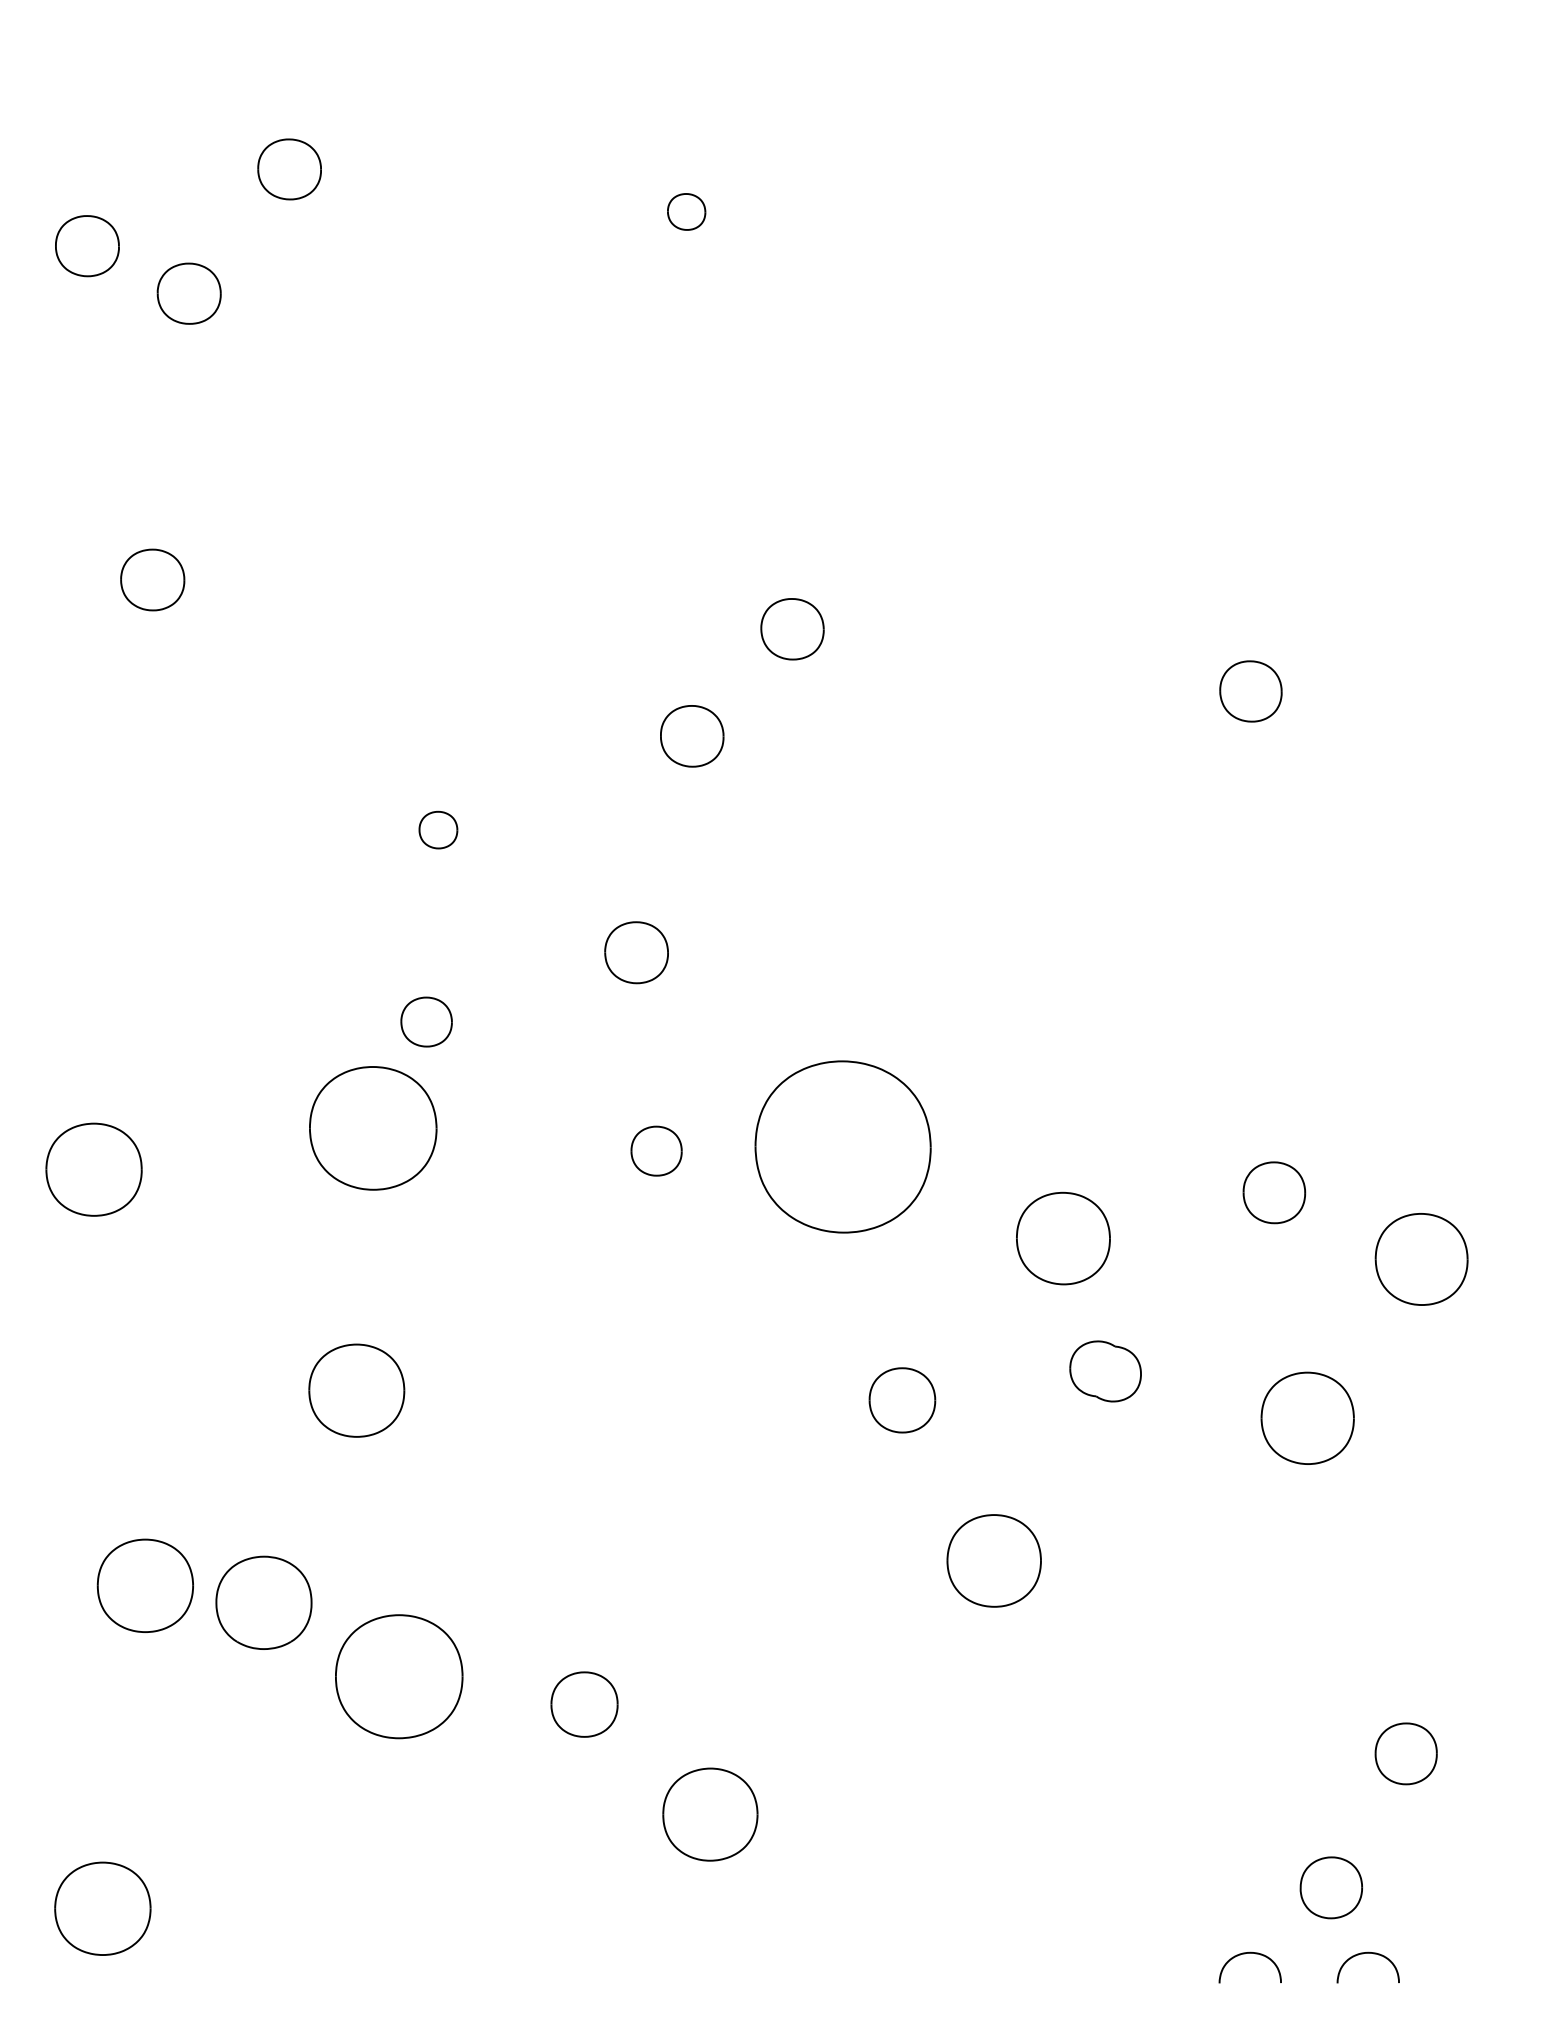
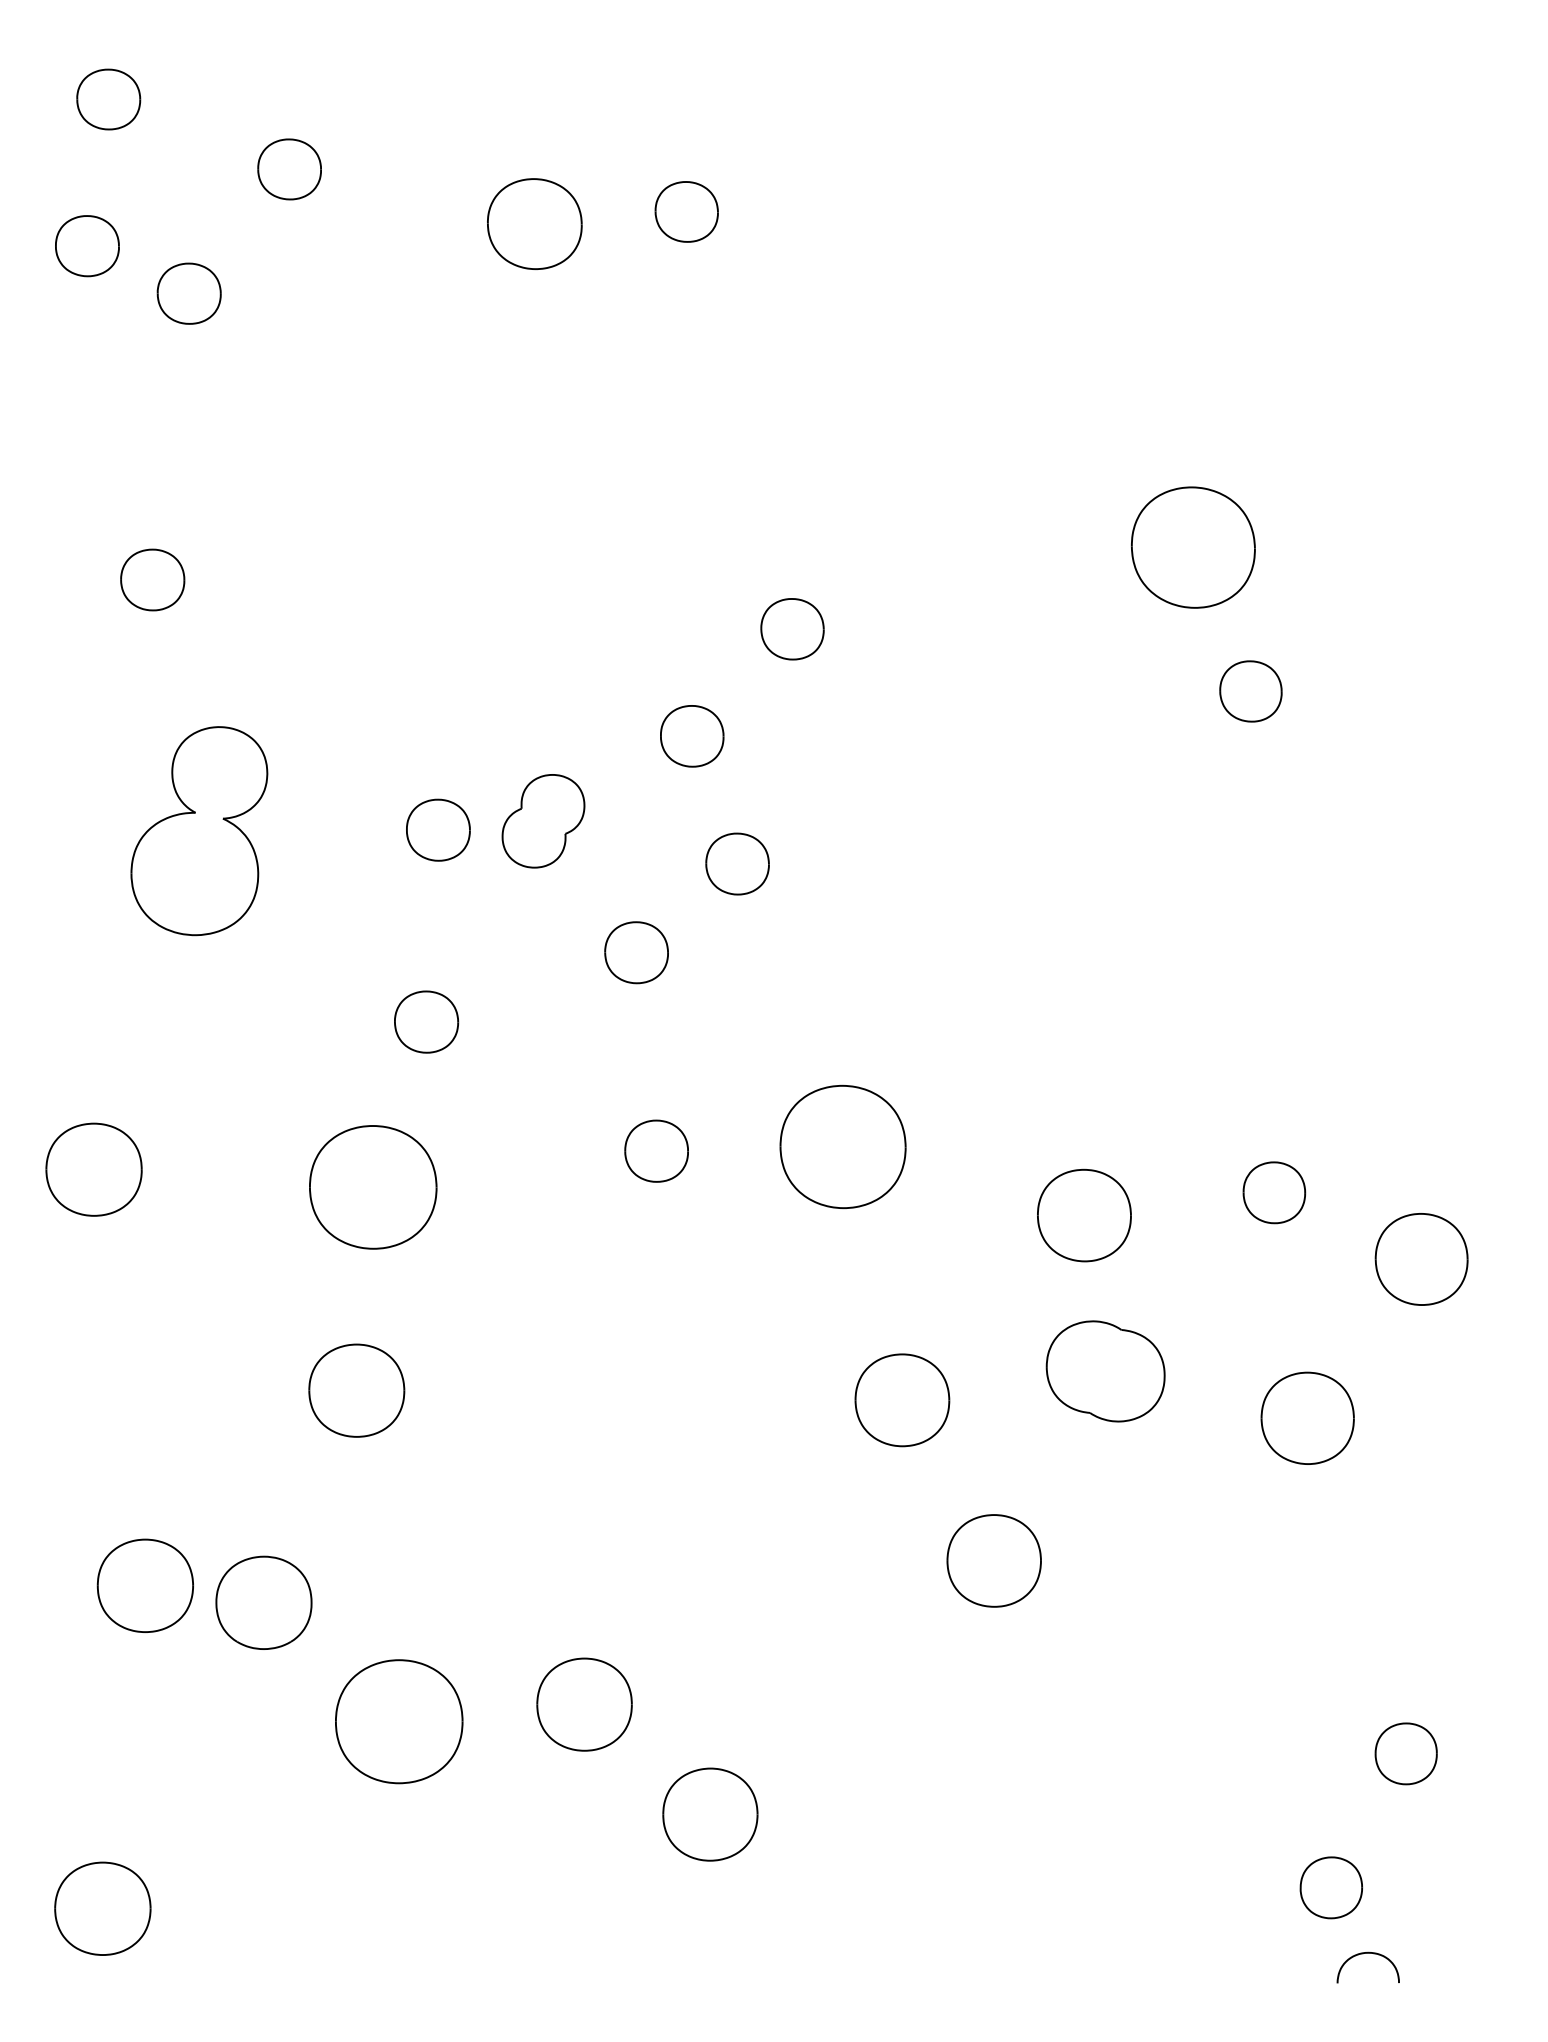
part at (108, 99): none -> present
part at (686, 211) size: 40x38 px -> 65x62 px
part at (534, 223): none -> present
part at (1193, 547): none -> present
part at (543, 821): none -> present
part at (438, 829) size: 41x40 px -> 65x64 px
part at (199, 831): none -> present
part at (737, 863): none -> present
part at (426, 1021) size: 53x52 px -> 66x64 px
part at (373, 1128) position: (373, 1128) -> (373, 1187)
part at (842, 1146) size: 178x174 px -> 128x126 px
part at (656, 1150) size: 53x52 px -> 65x64 px
part at (1063, 1238) position: (1063, 1238) -> (1084, 1215)
part at (1105, 1371) size: 73x63 px -> 121x103 px
part at (902, 1400) size: 69x67 px -> 97x95 px
part at (399, 1676) position: (399, 1676) -> (399, 1721)
part at (584, 1704) size: 69x67 px -> 97x95 px
curve at (1245, 1954): present -> none
